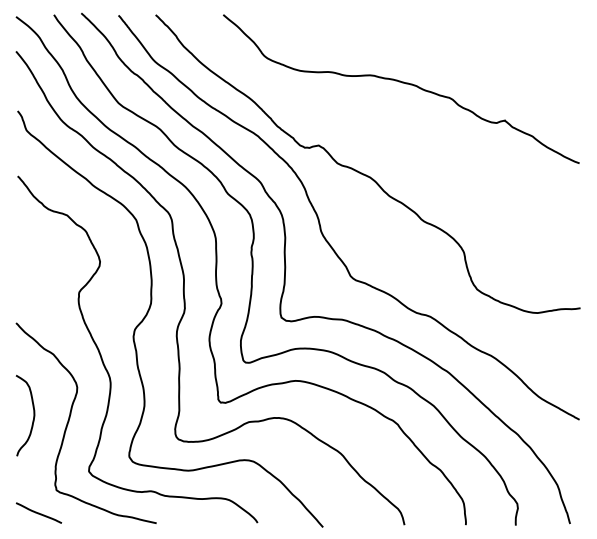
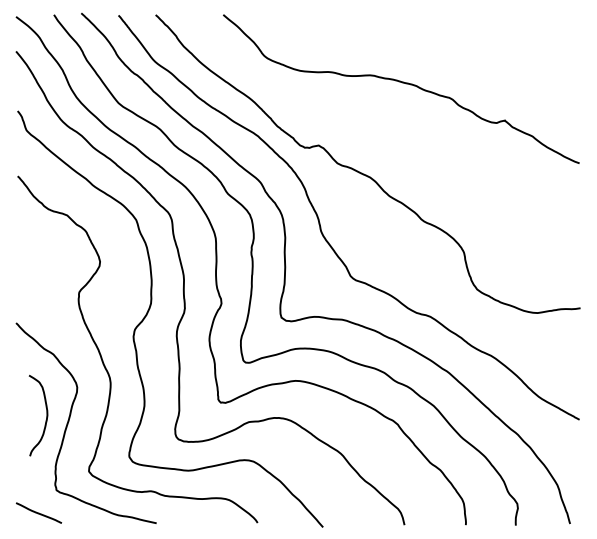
curve at (33, 415) position: (33, 415) -> (46, 415)
